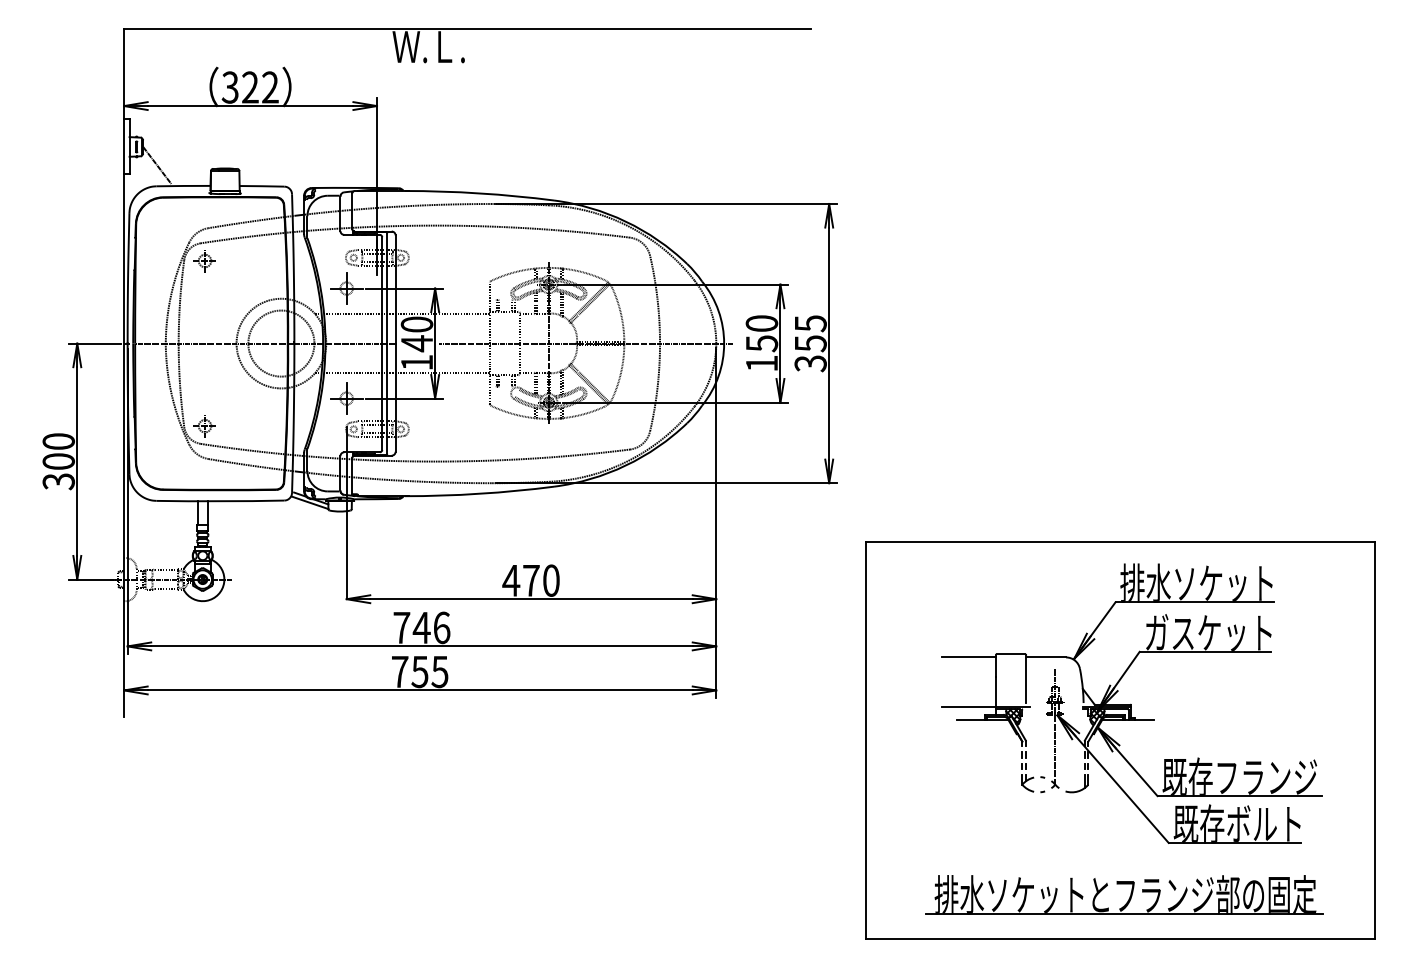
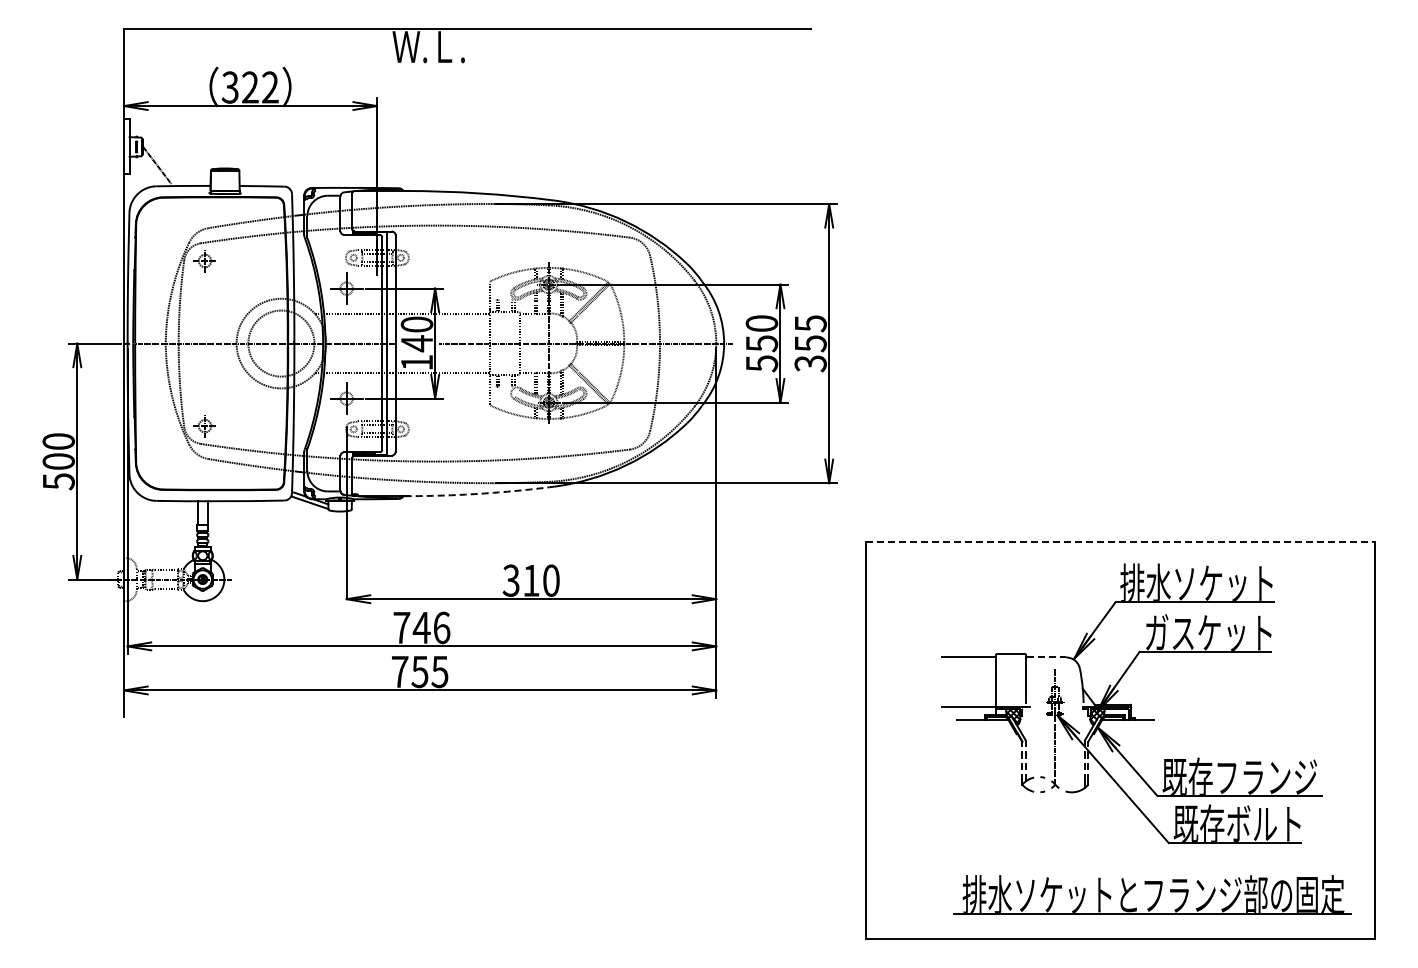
text at (762, 363): 150 -> 550
text at (58, 481): 300 -> 500
arc at (479, 493): solid -> dashed
line at (1120, 541): solid -> dashed
text at (520, 580): 470 -> 310
line at (1046, 657): solid -> dashed
part at (1124, 894) position: (1124, 894) -> (1152, 894)
